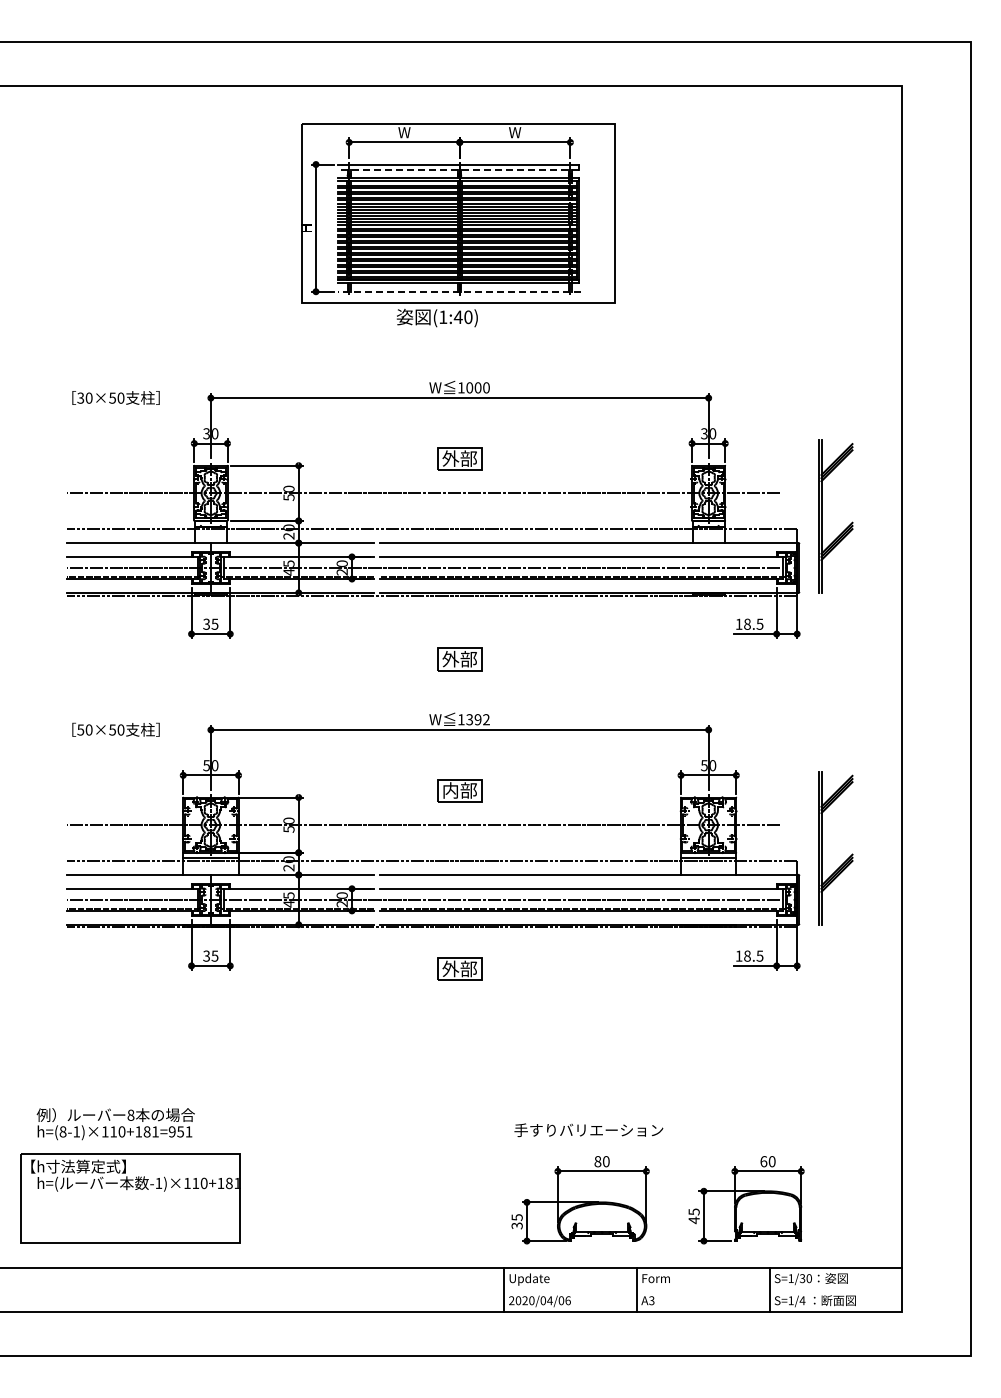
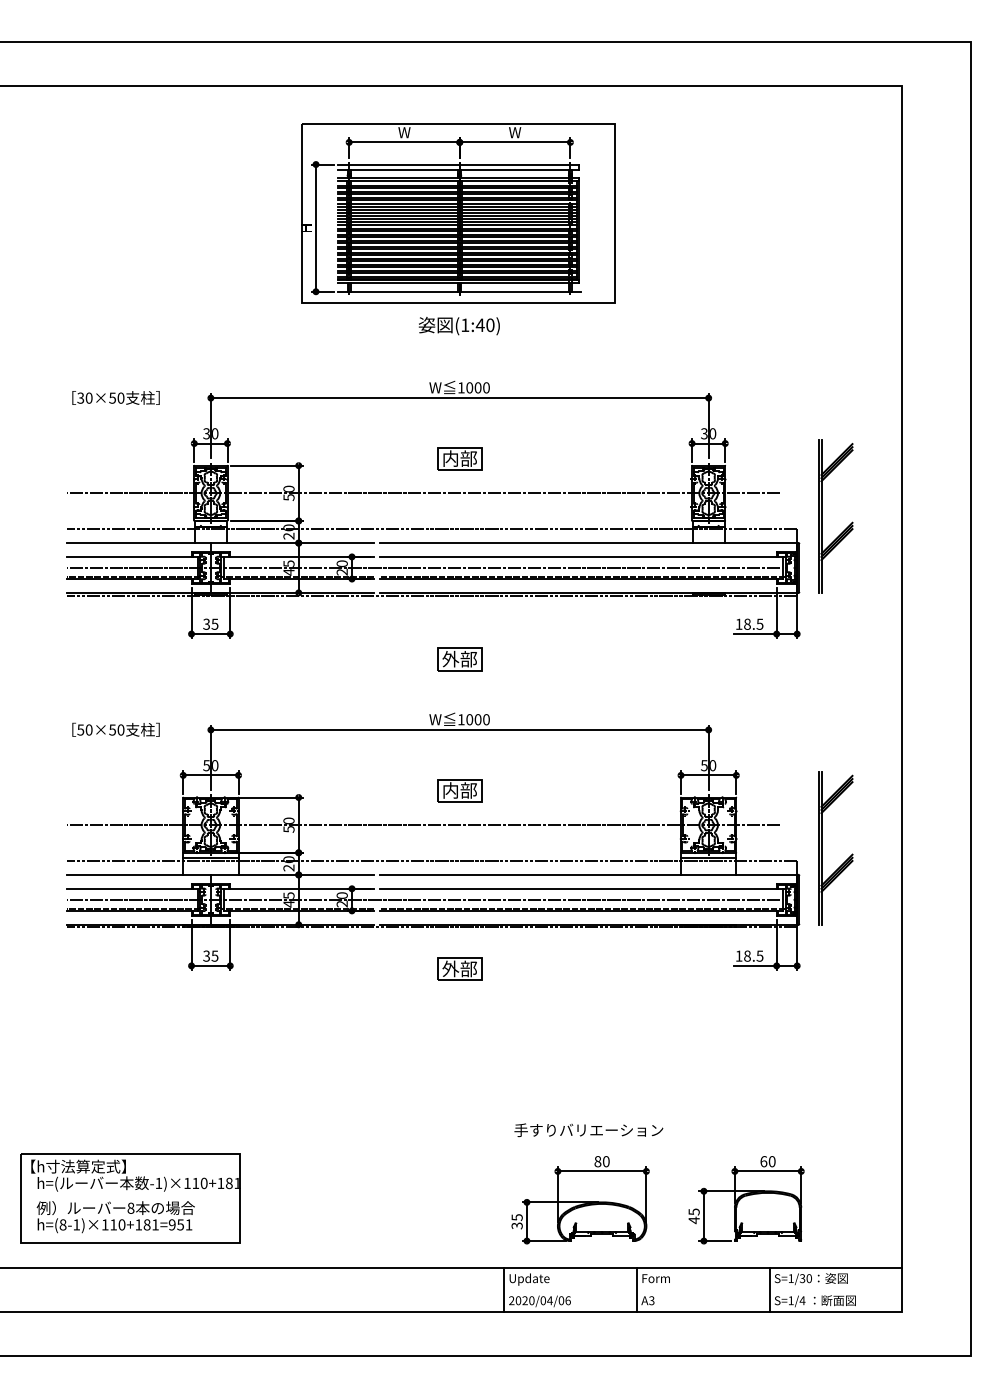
line at (458, 169): dashed -> solid
line at (459, 291): dashed -> solid
text at (436, 318) position: (436, 318) -> (458, 326)
text at (450, 458): 外部 -> 内部
text at (477, 719): 1392 -> 1000
text at (115, 1124) position: (115, 1124) -> (115, 1217)
